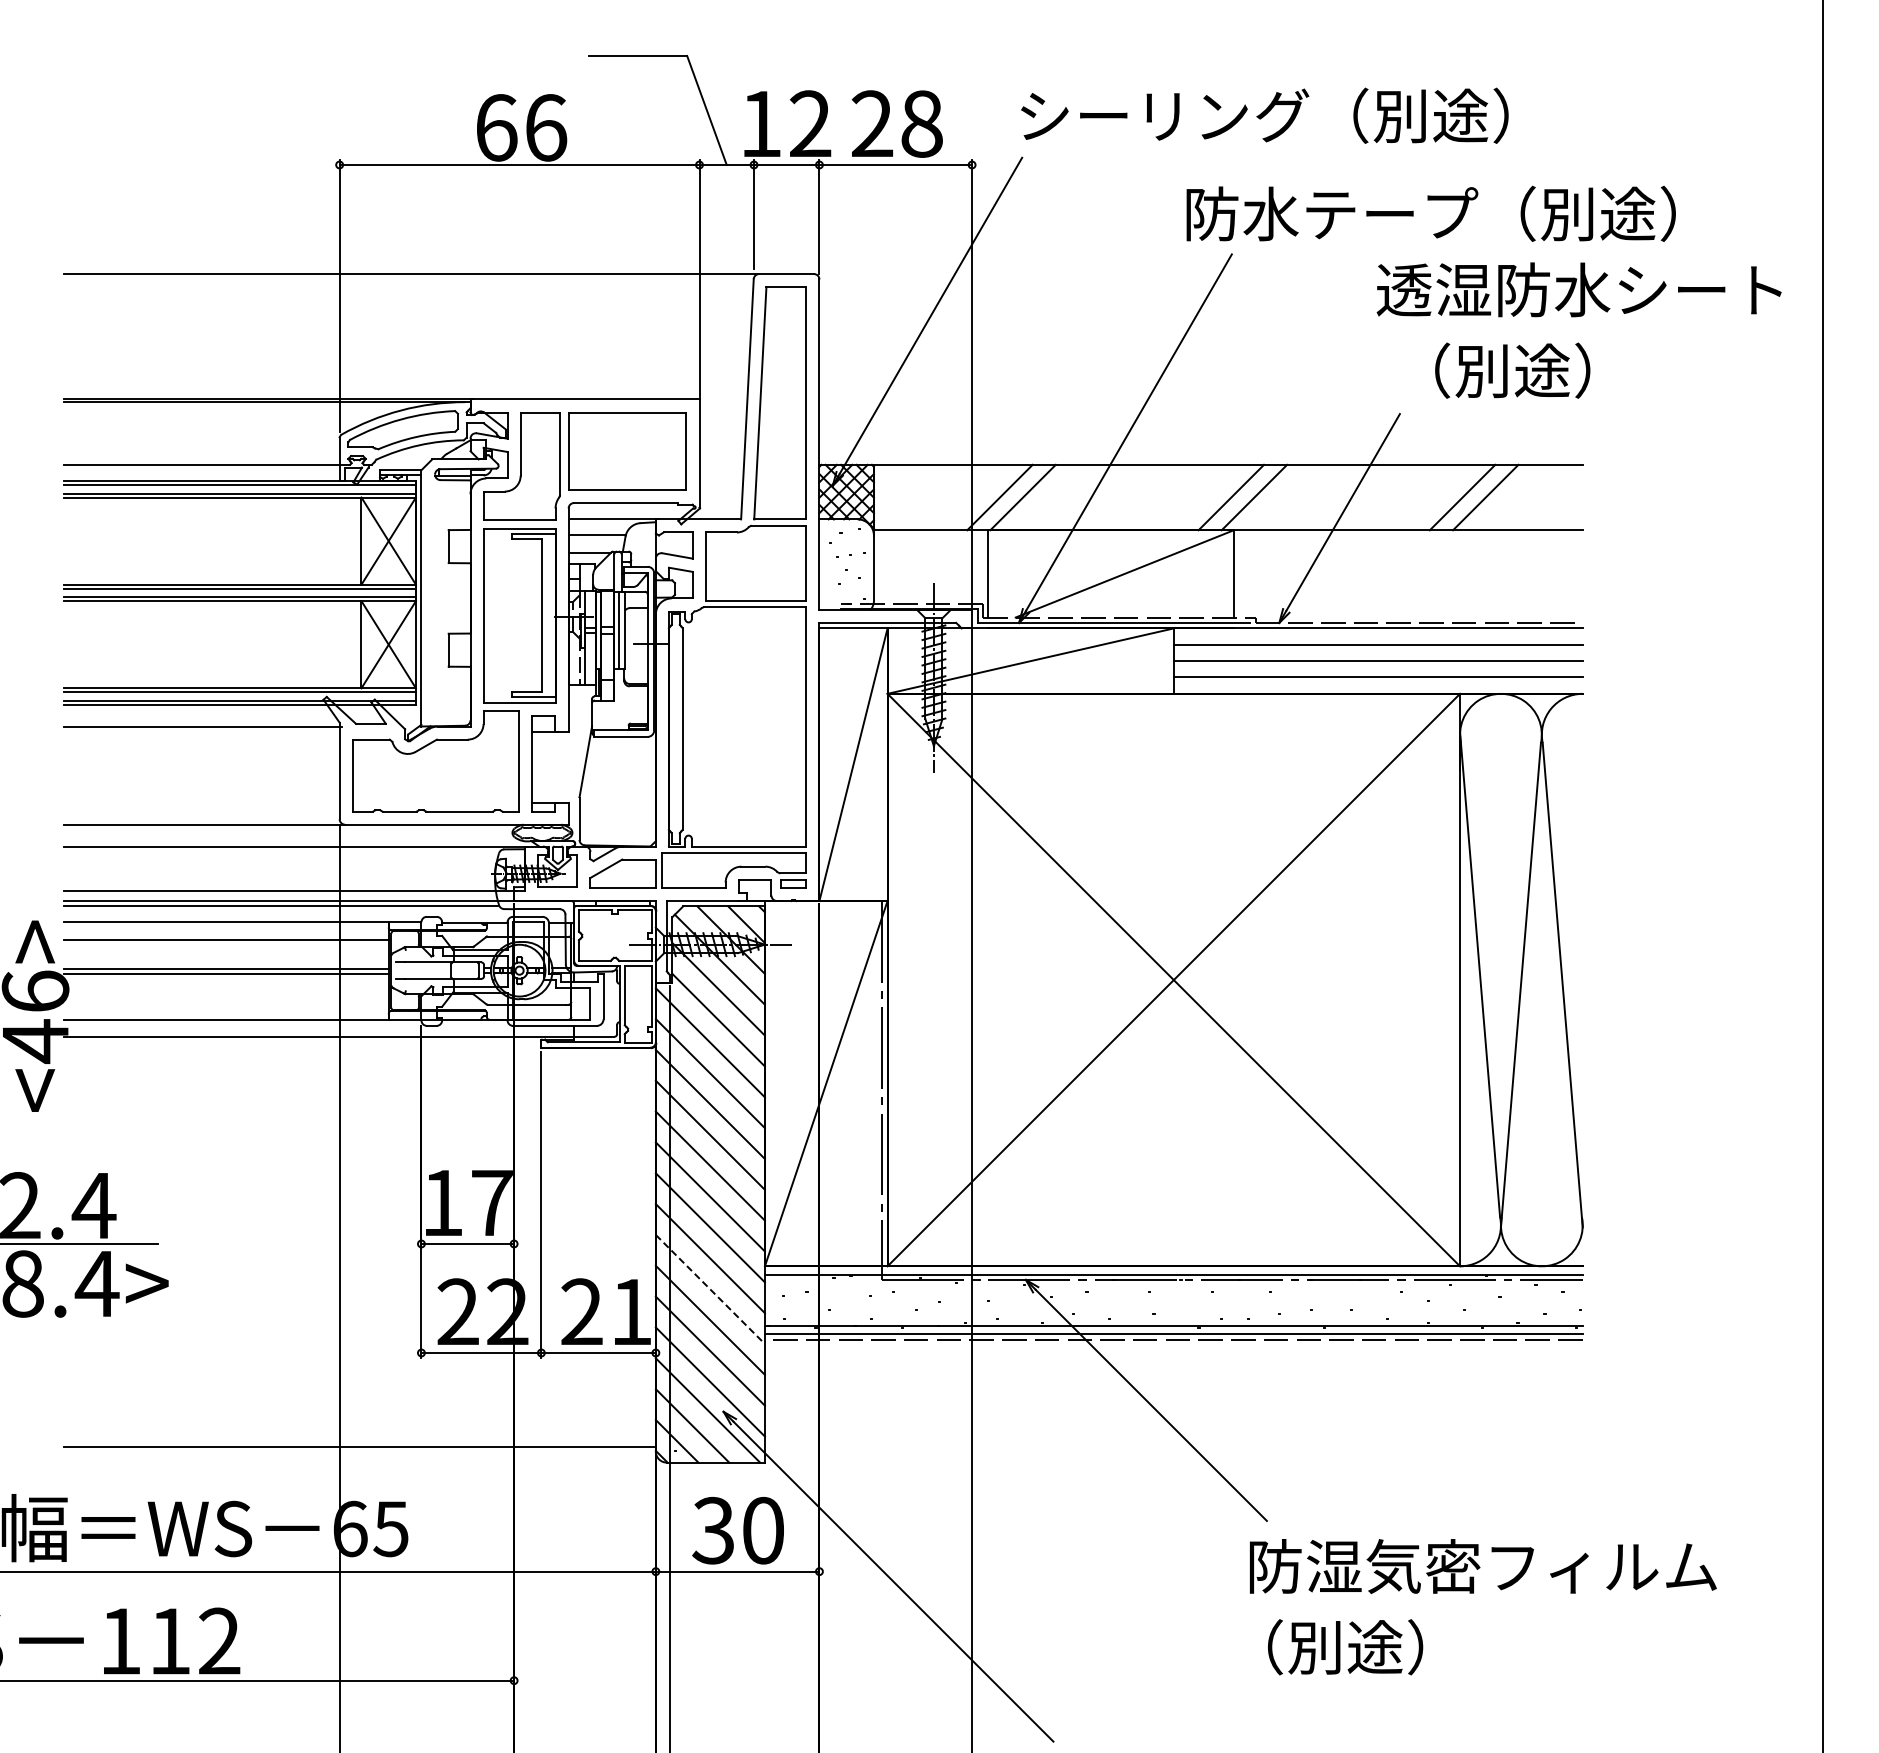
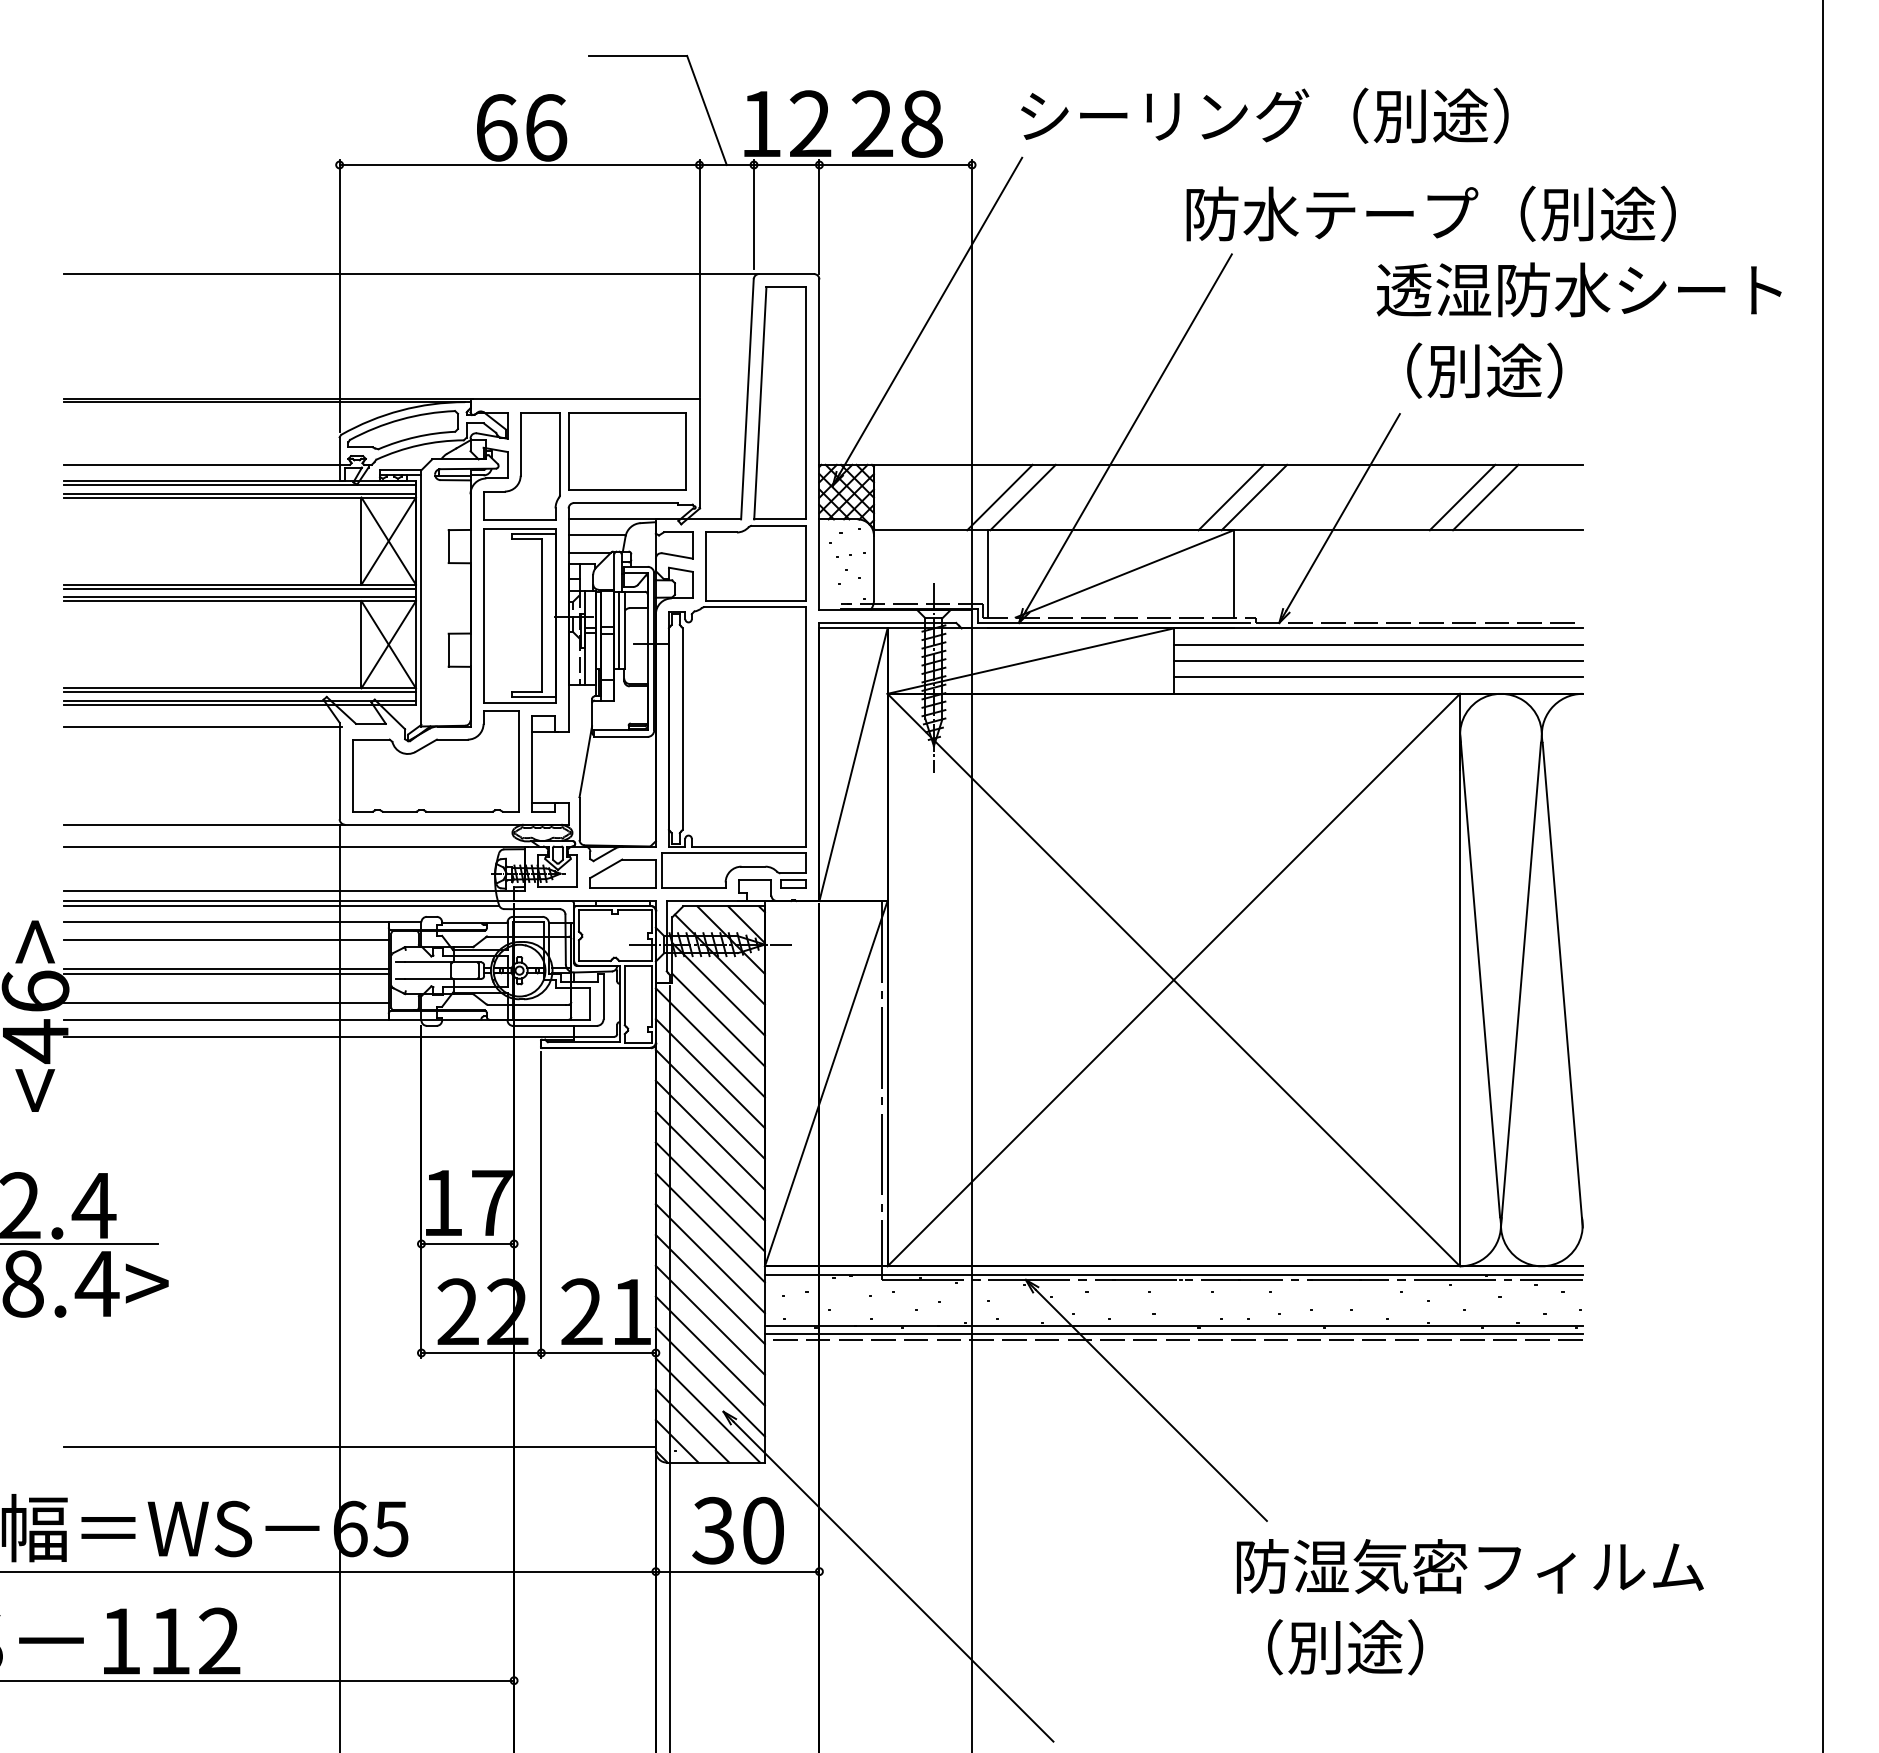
text at (1512, 370) position: (1512, 370) -> (1484, 370)
line at (226, 1002): none -> present
line at (710, 1289): dashed -> solid
text at (1483, 1566) position: (1483, 1566) -> (1470, 1566)
